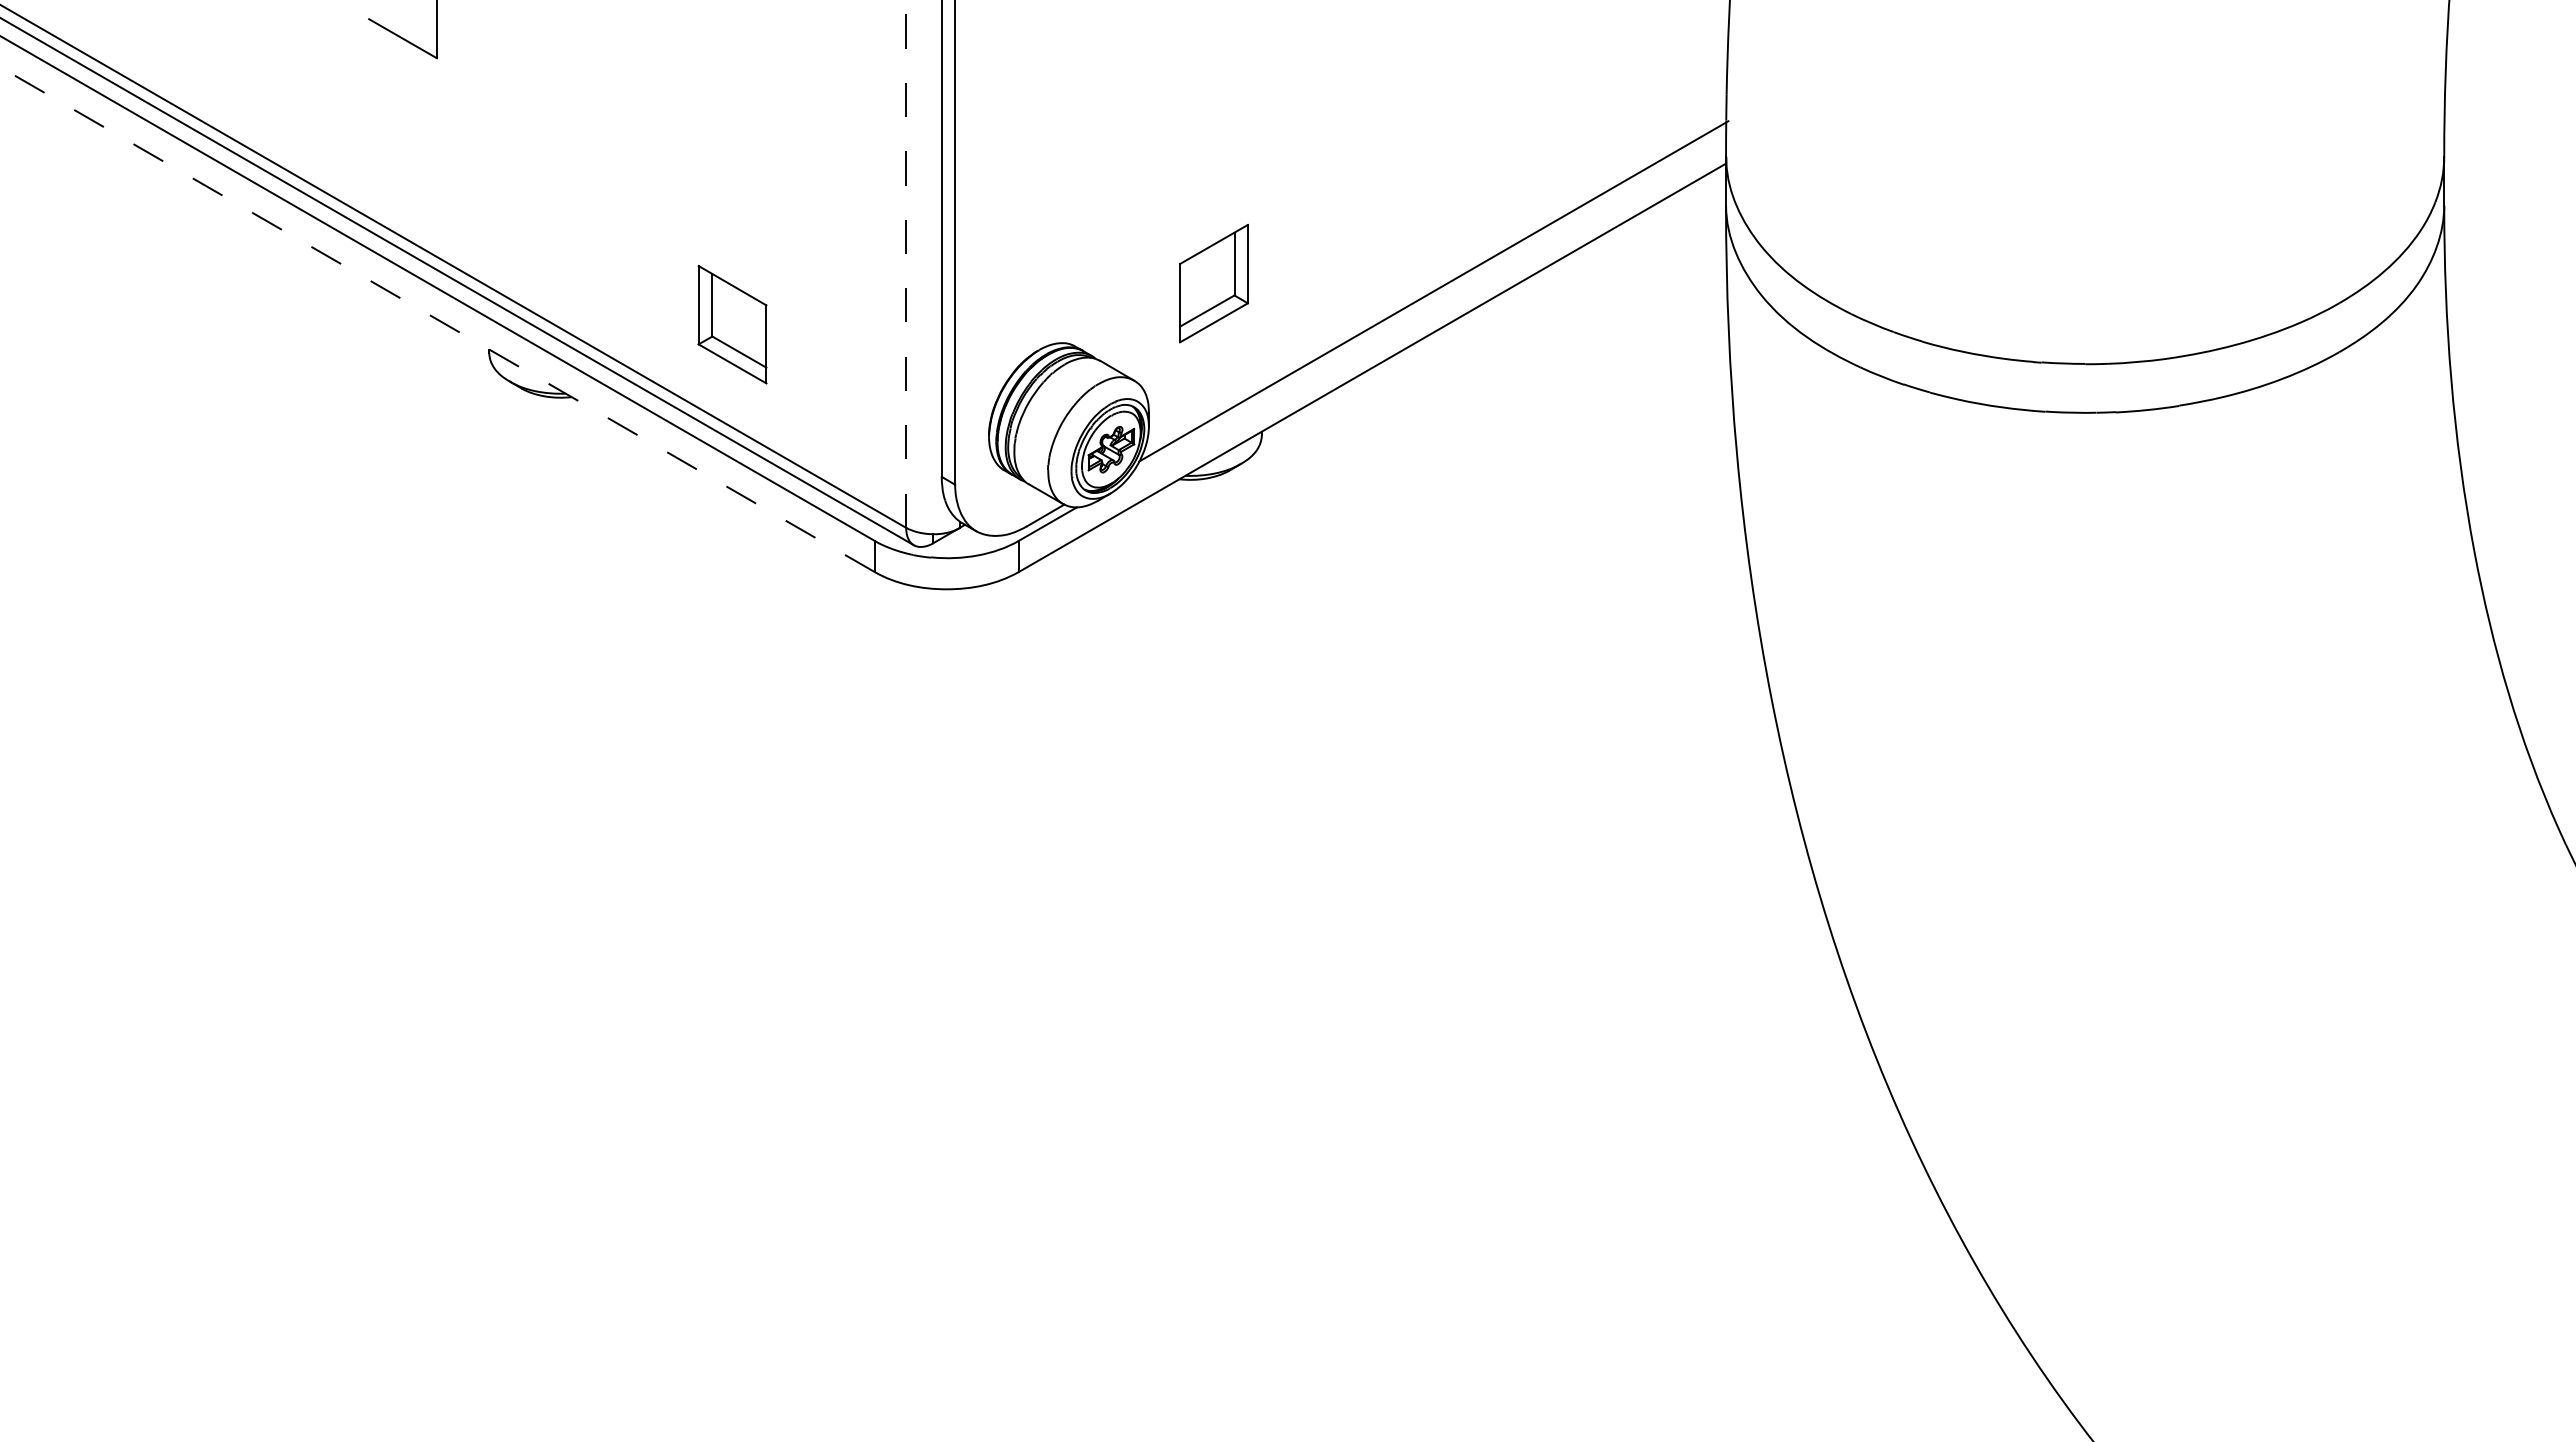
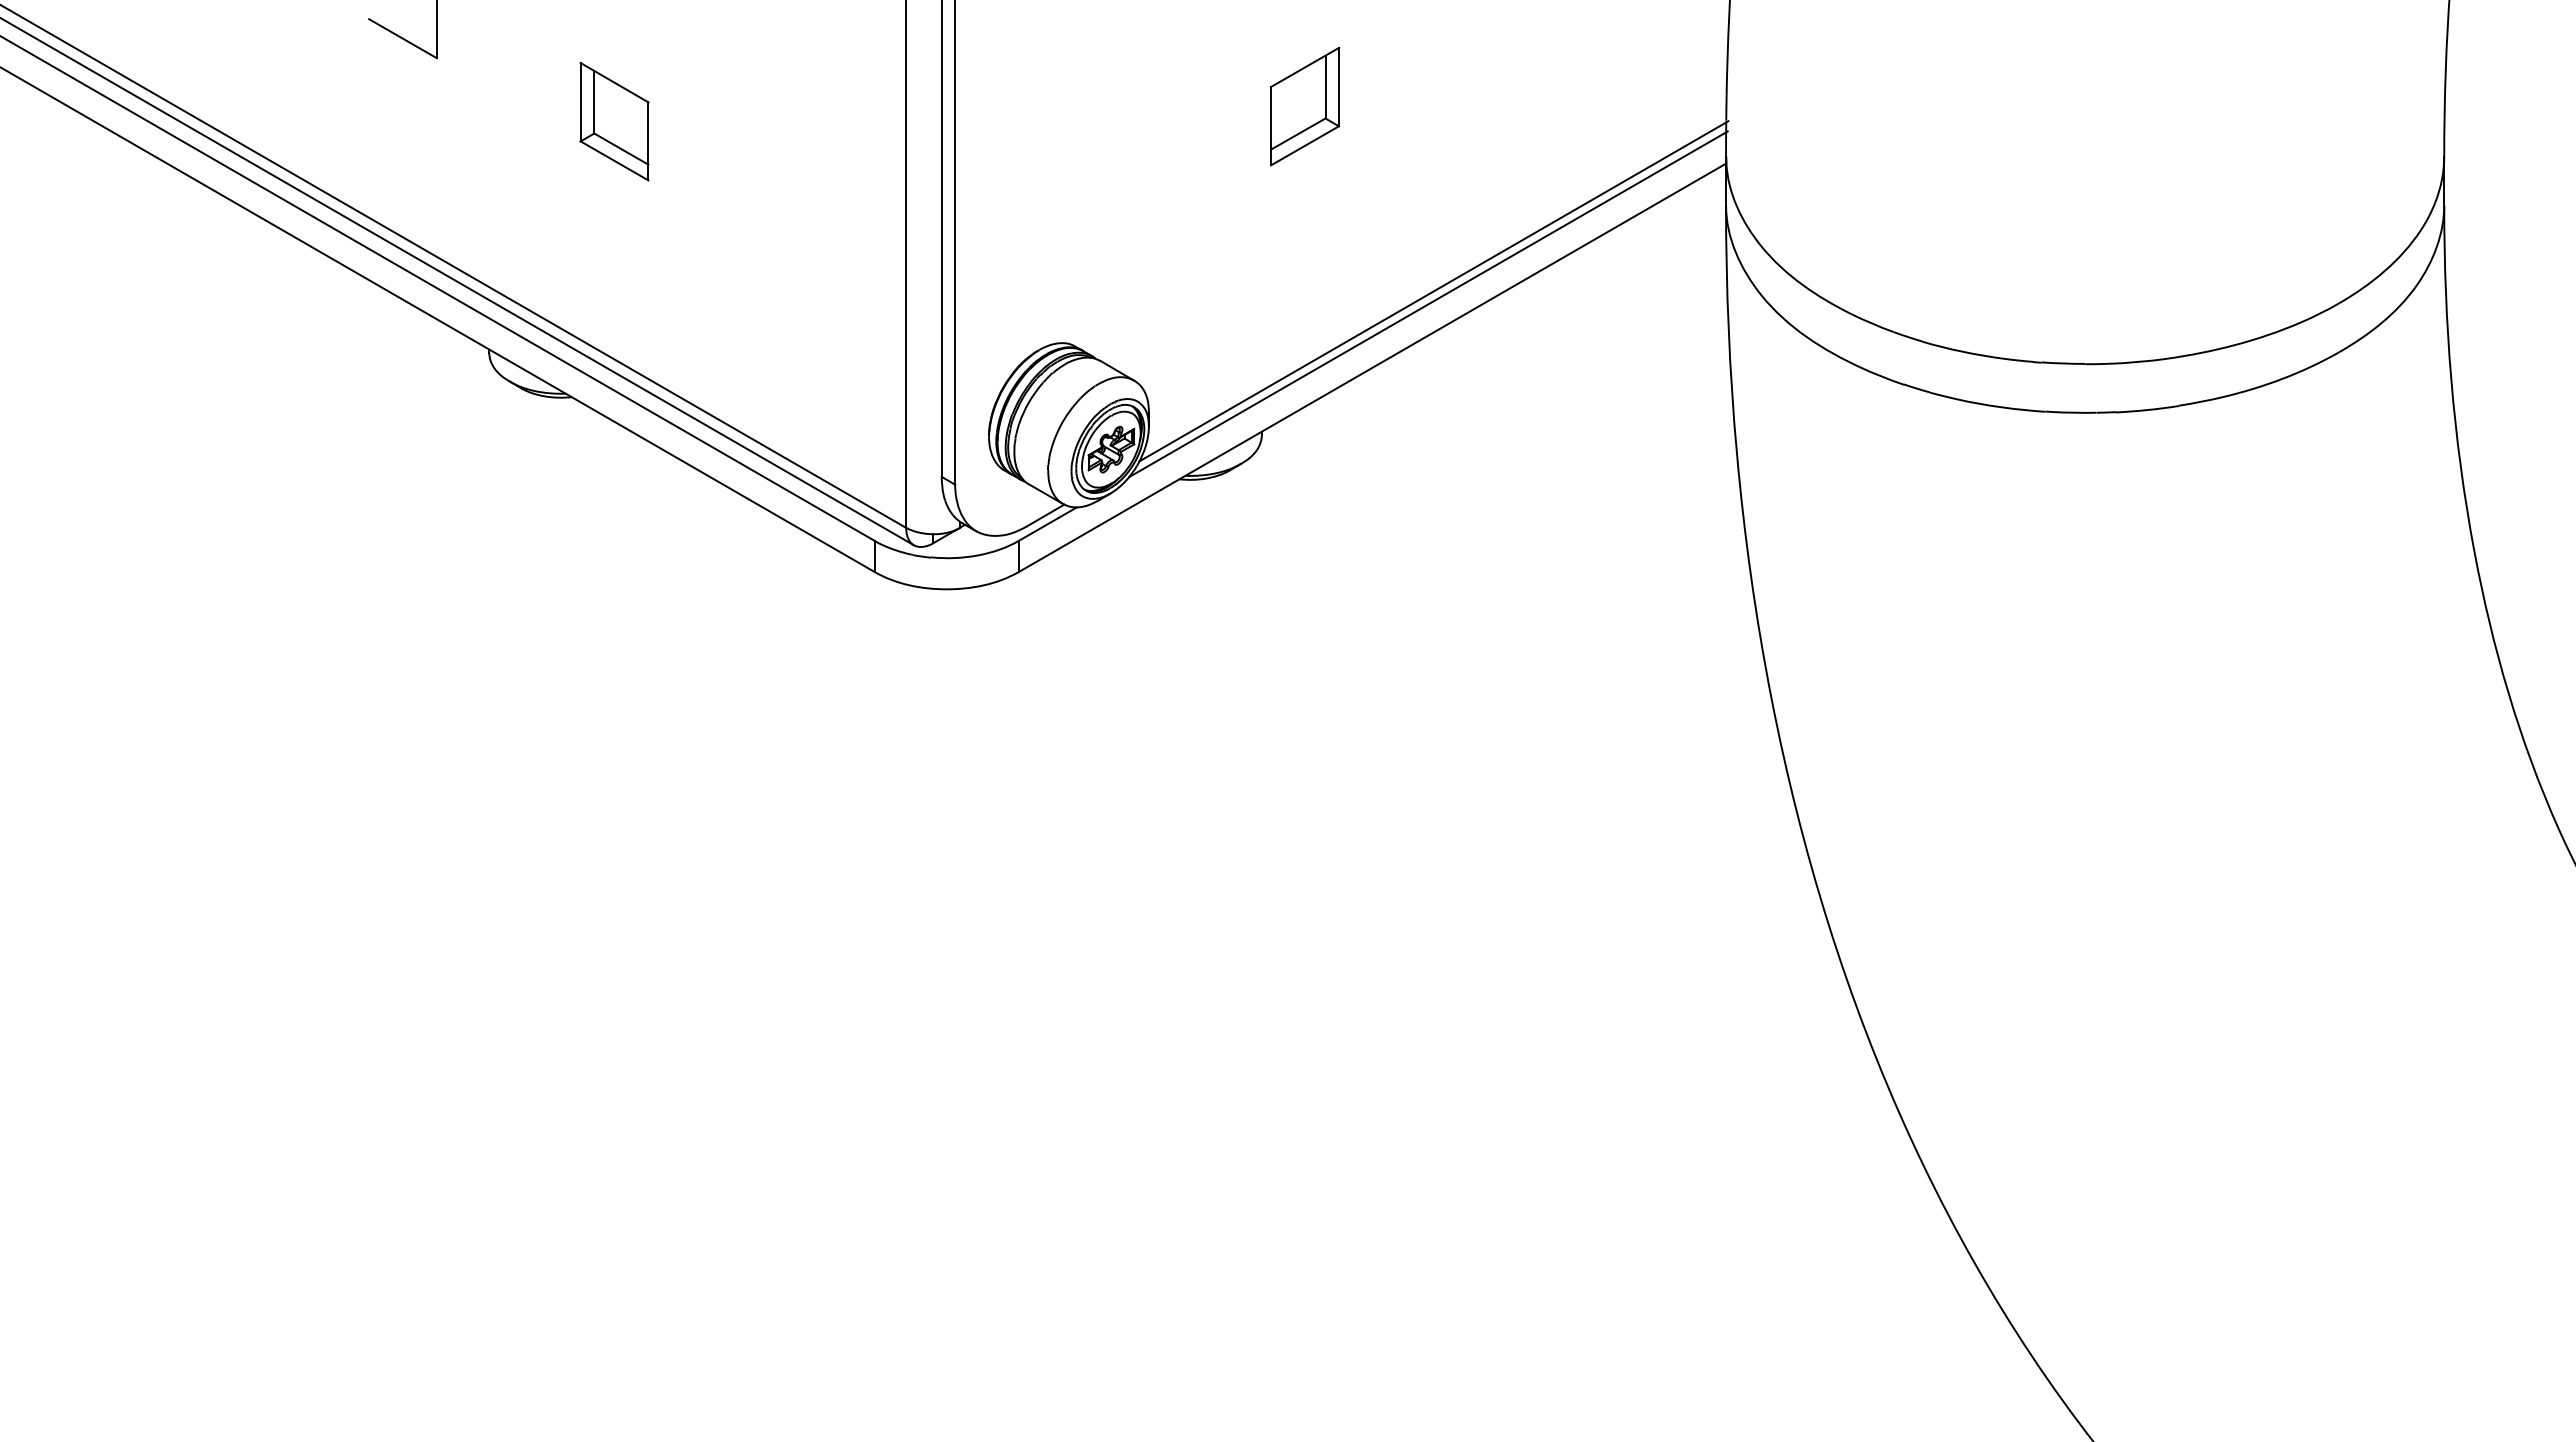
line at (906, 263): dashed -> solid
part at (1213, 283) position: (1213, 283) -> (1304, 106)
line at (1428, 304): none -> present
line at (437, 319): dashed -> solid
part at (732, 324) position: (732, 324) -> (614, 121)
